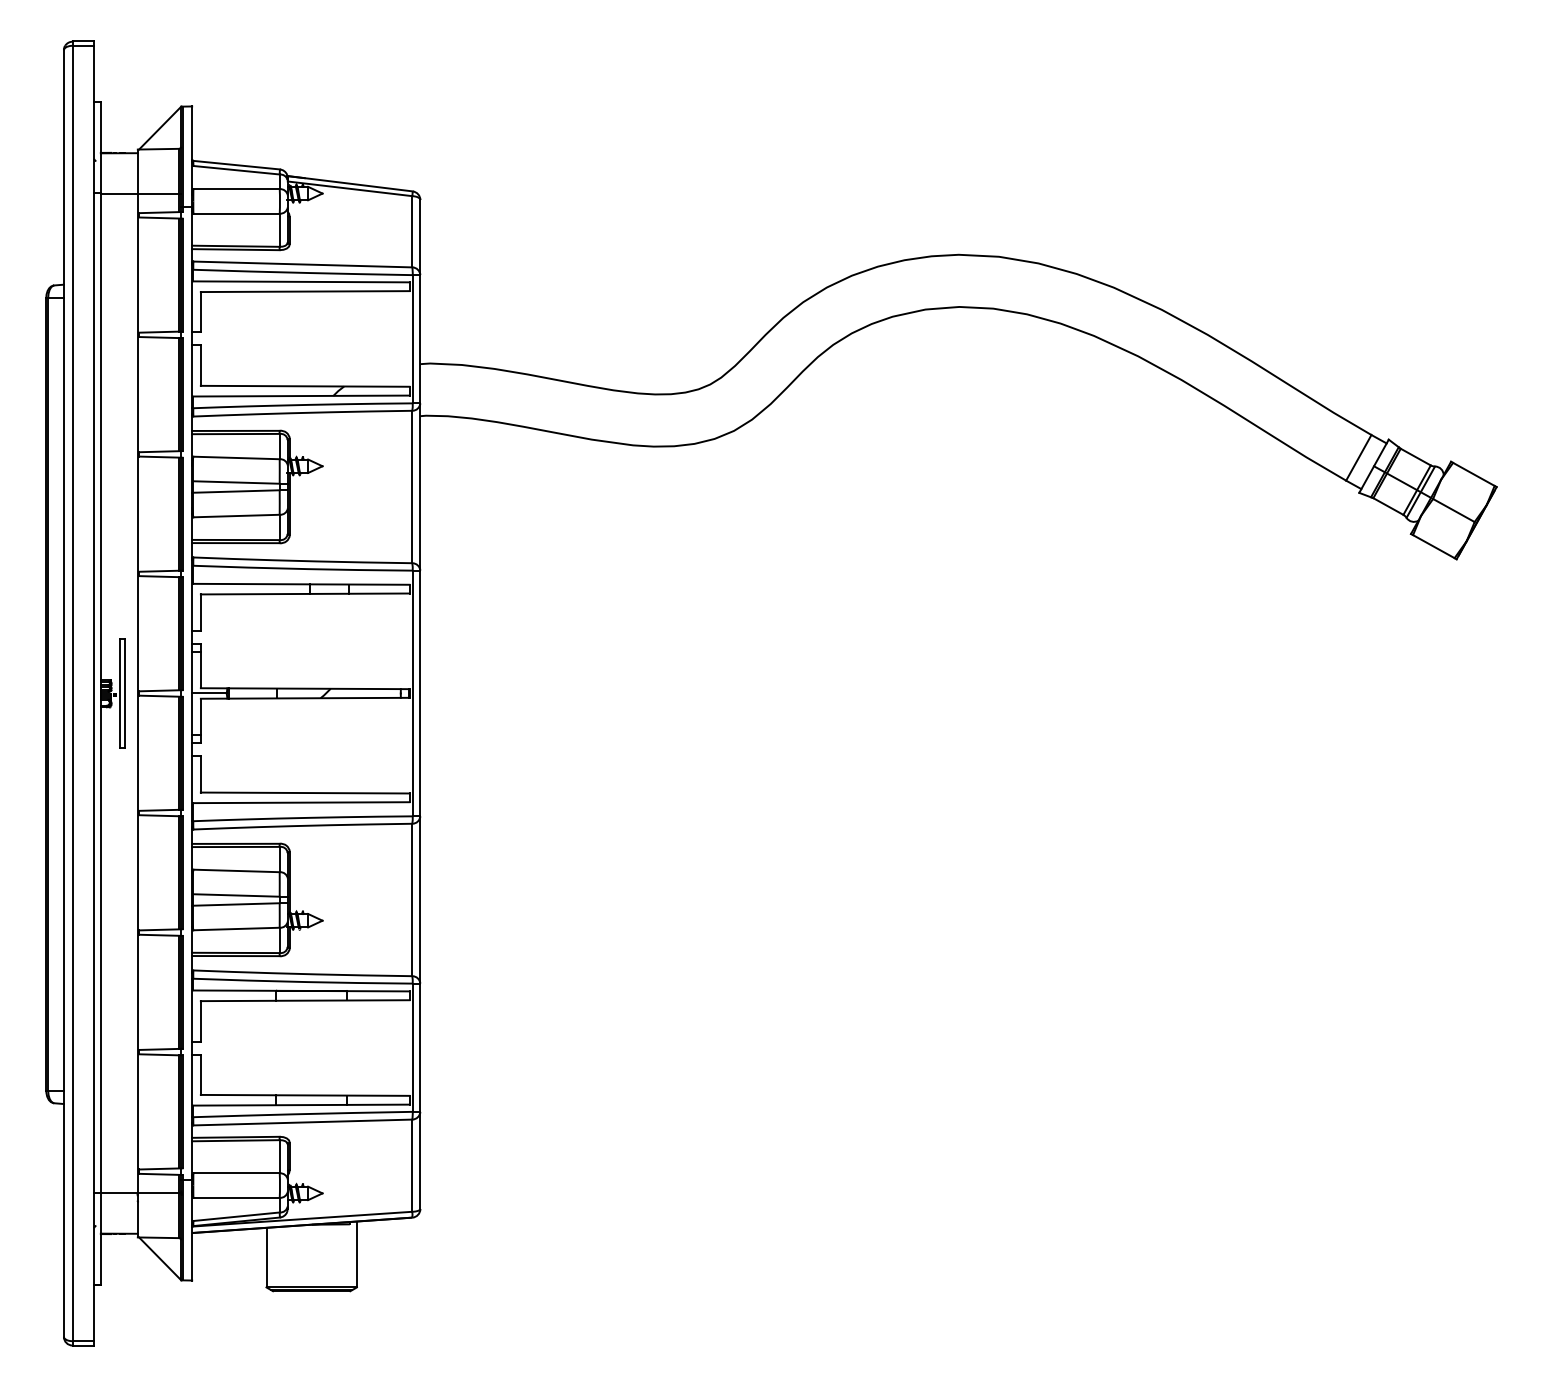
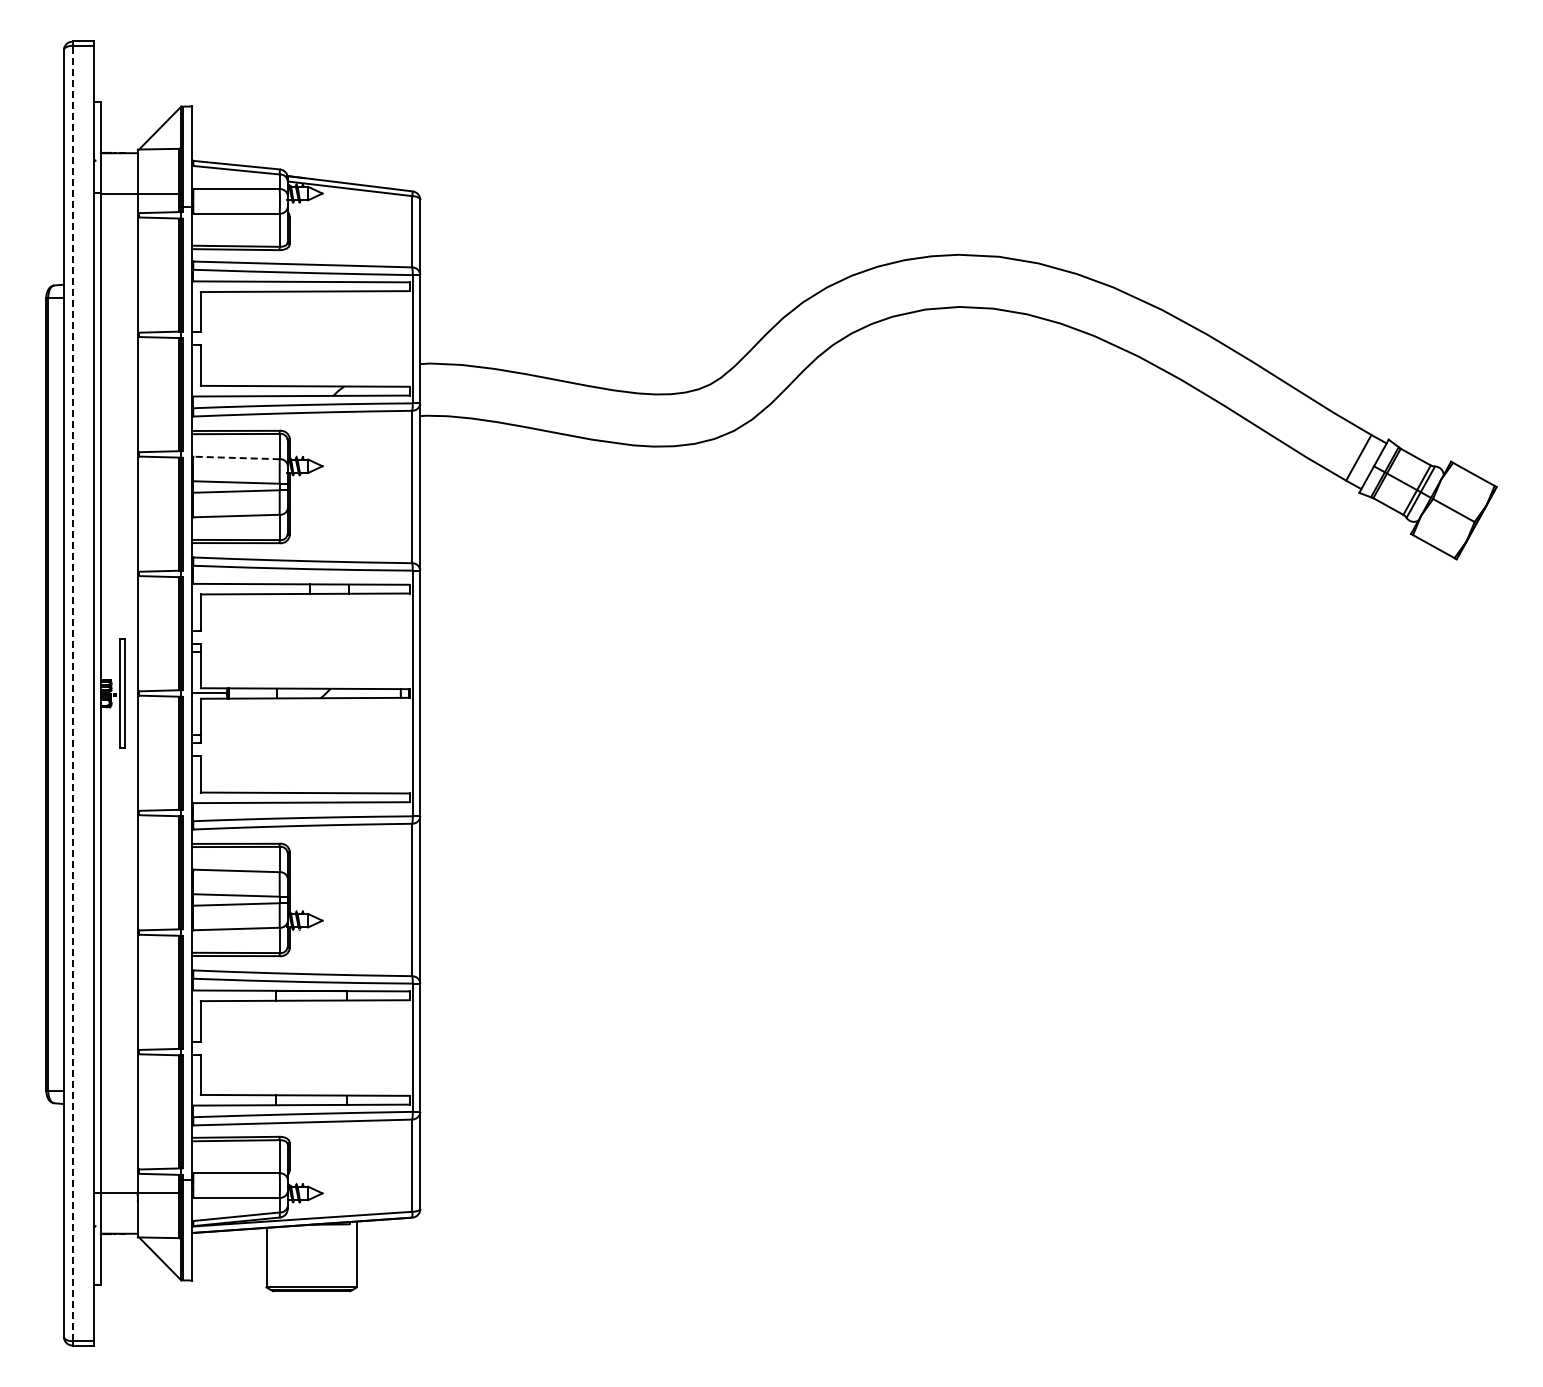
line at (236, 457): solid -> dashed
line at (72, 693): solid -> dashed
